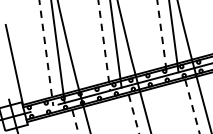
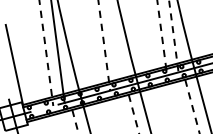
line at (173, 36): solid -> dashed
line at (115, 44): present -> none
